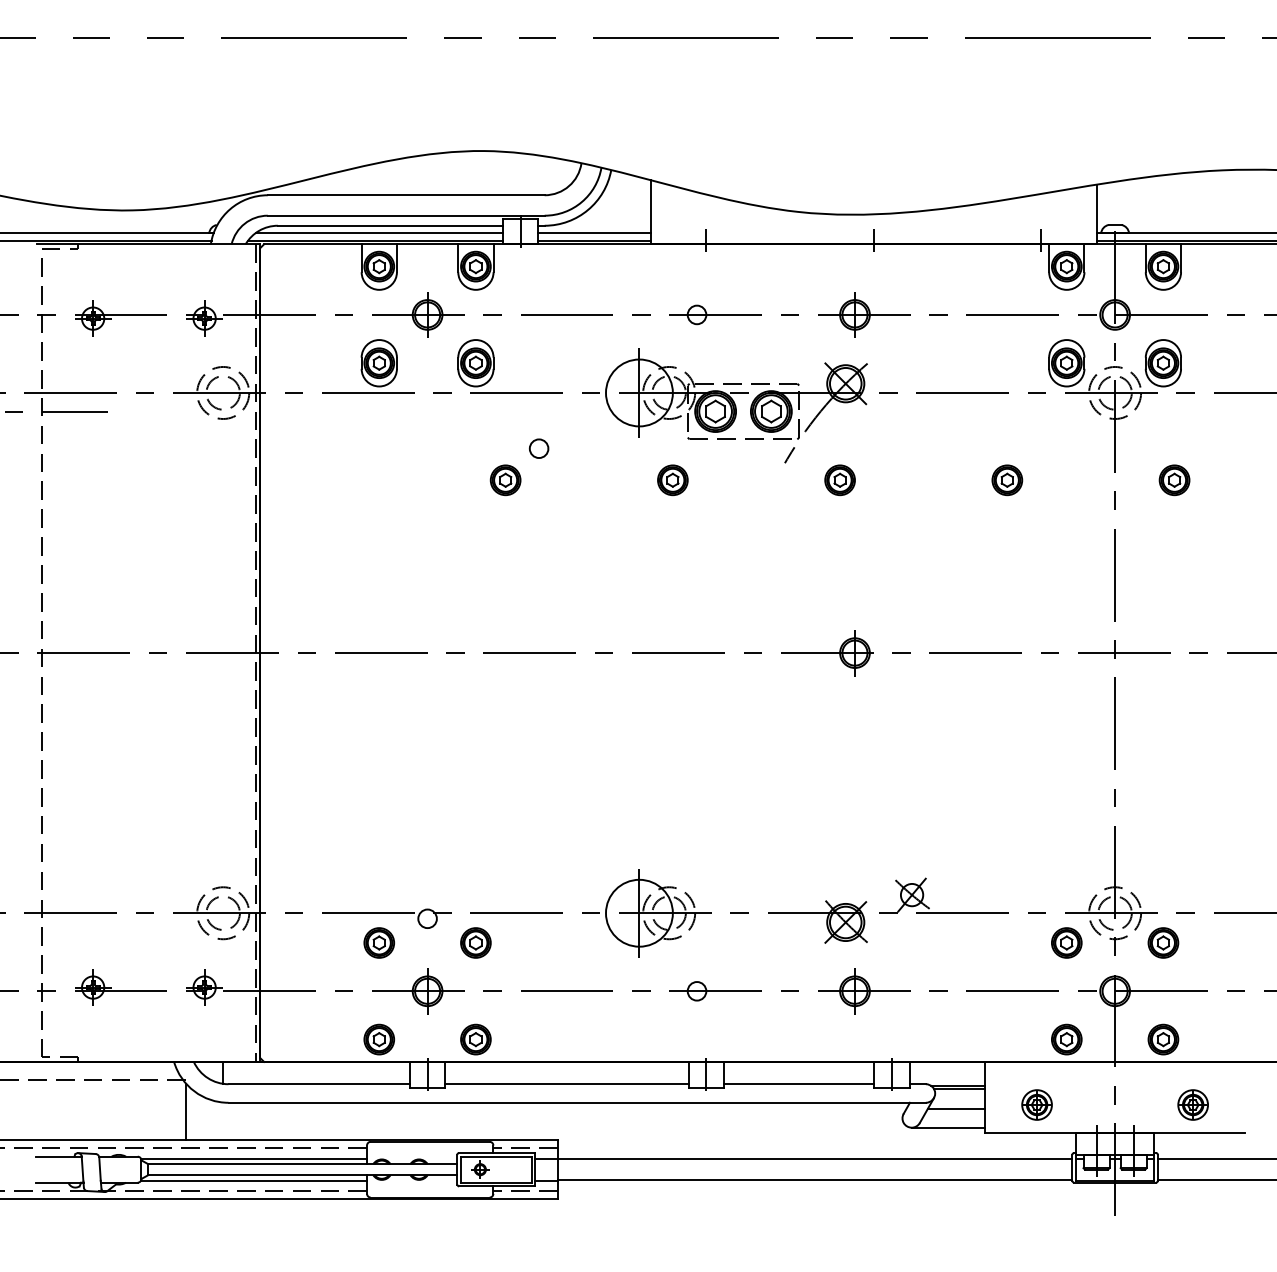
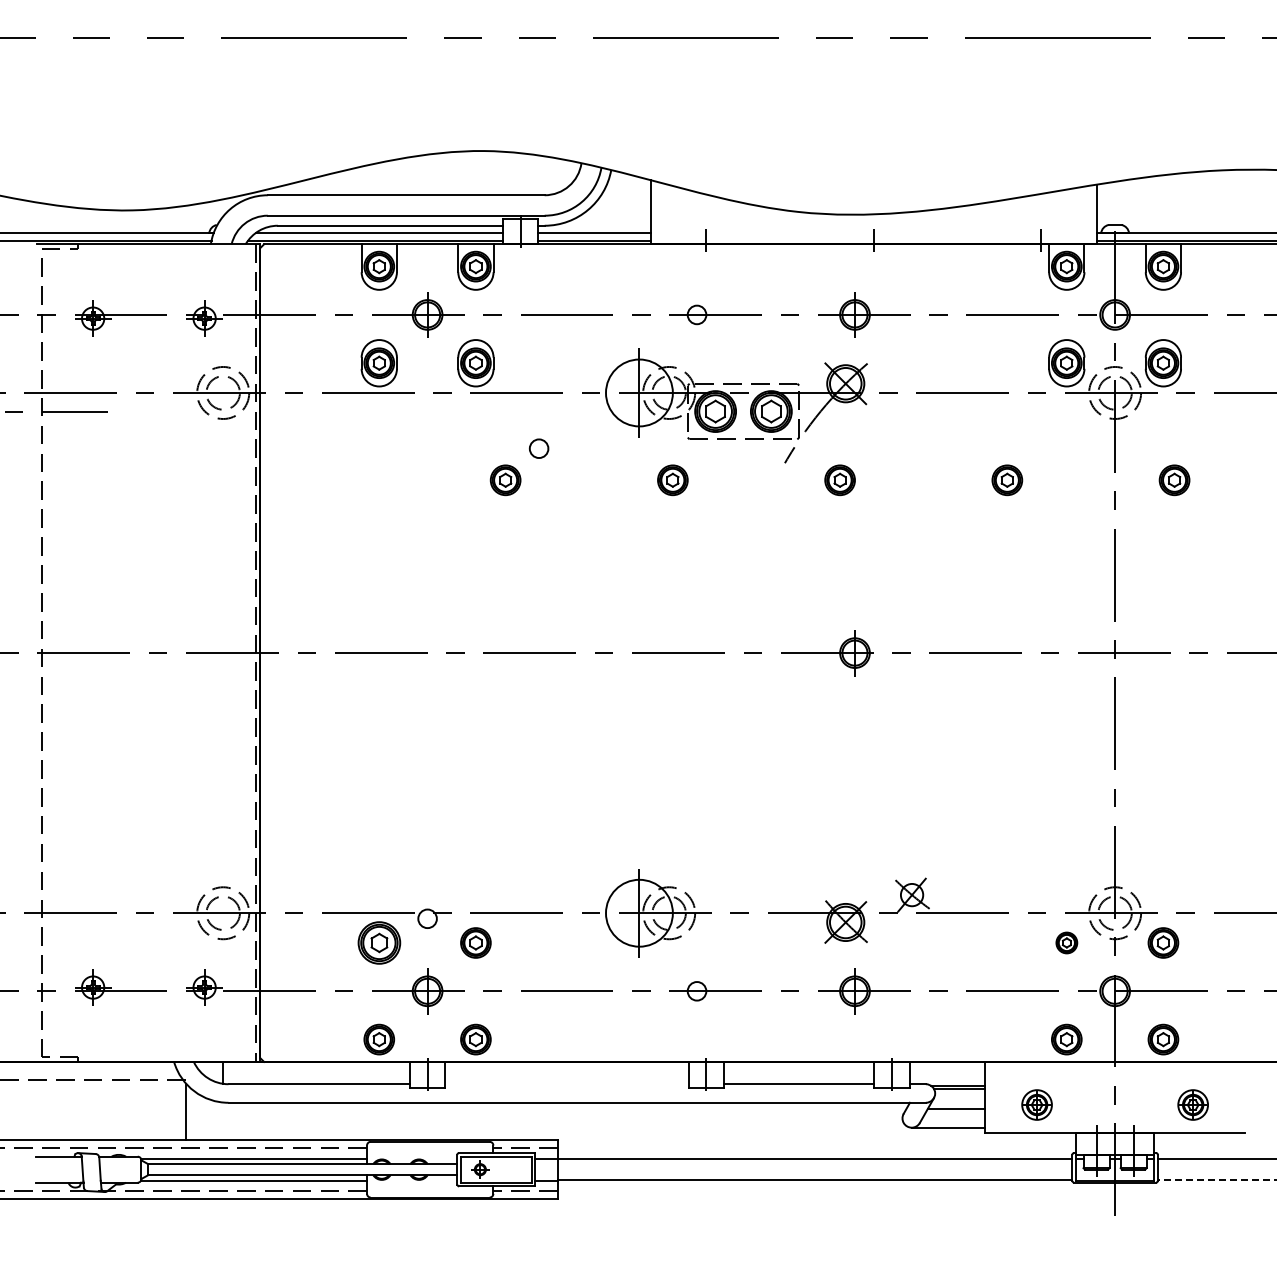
part at (378, 942) size: 32x32 px -> 45x44 px
part at (1066, 942) size: 32x32 px -> 24x24 px
line at (566, 1084): present -> none
line at (1216, 1179): solid -> dashed
